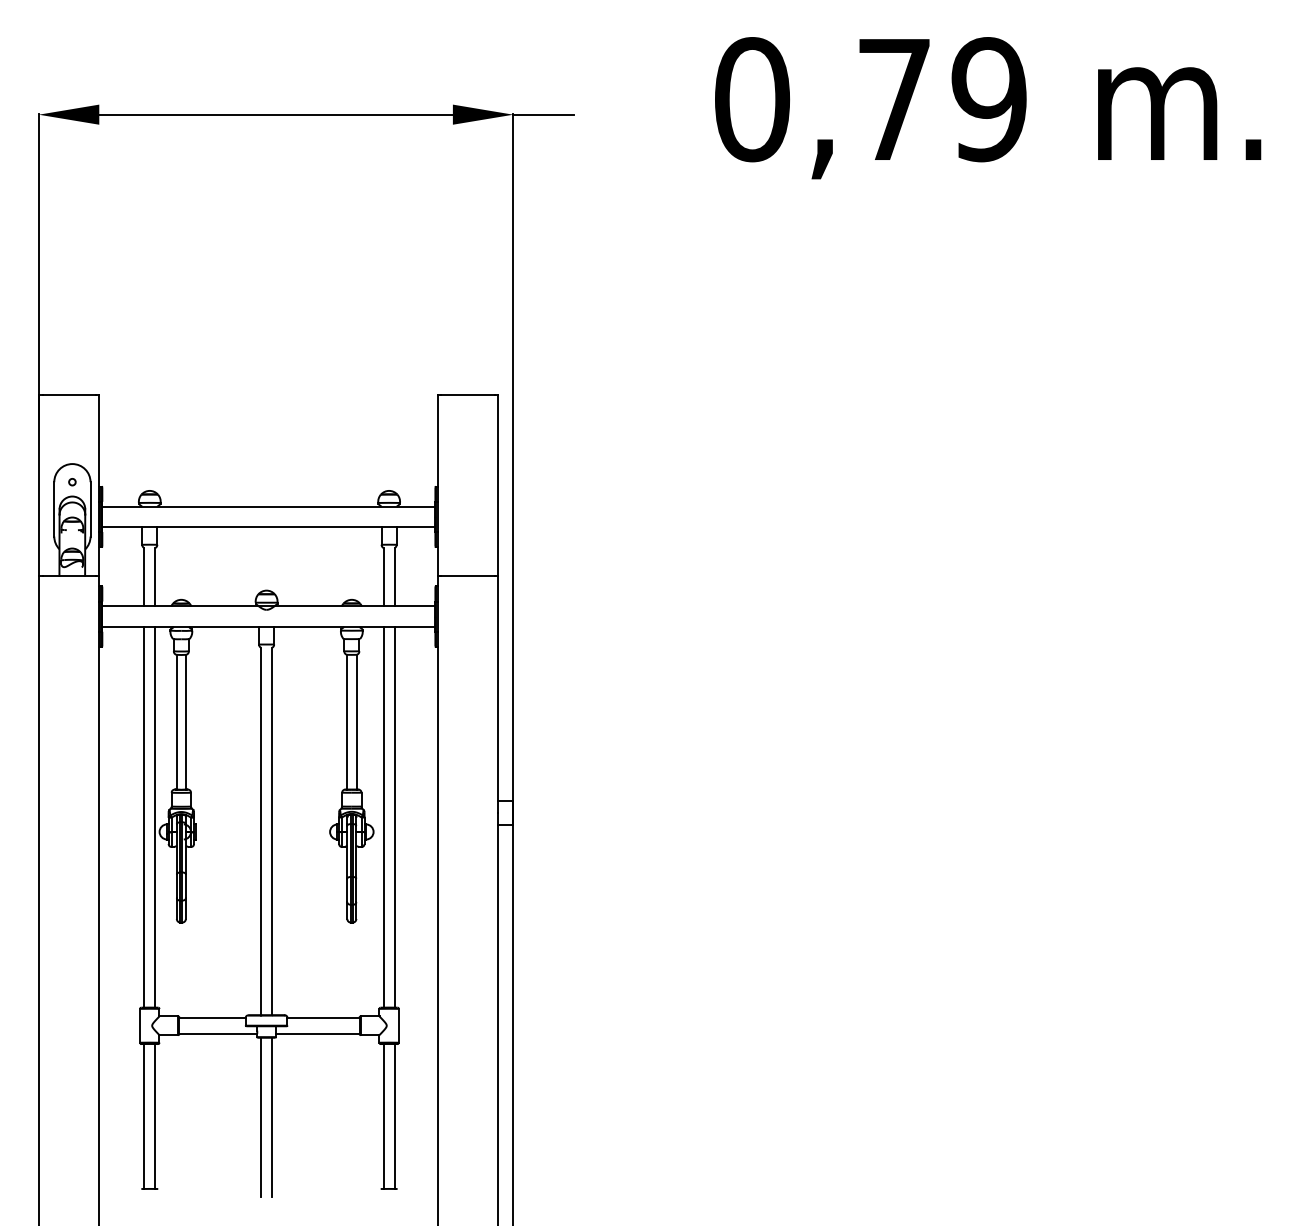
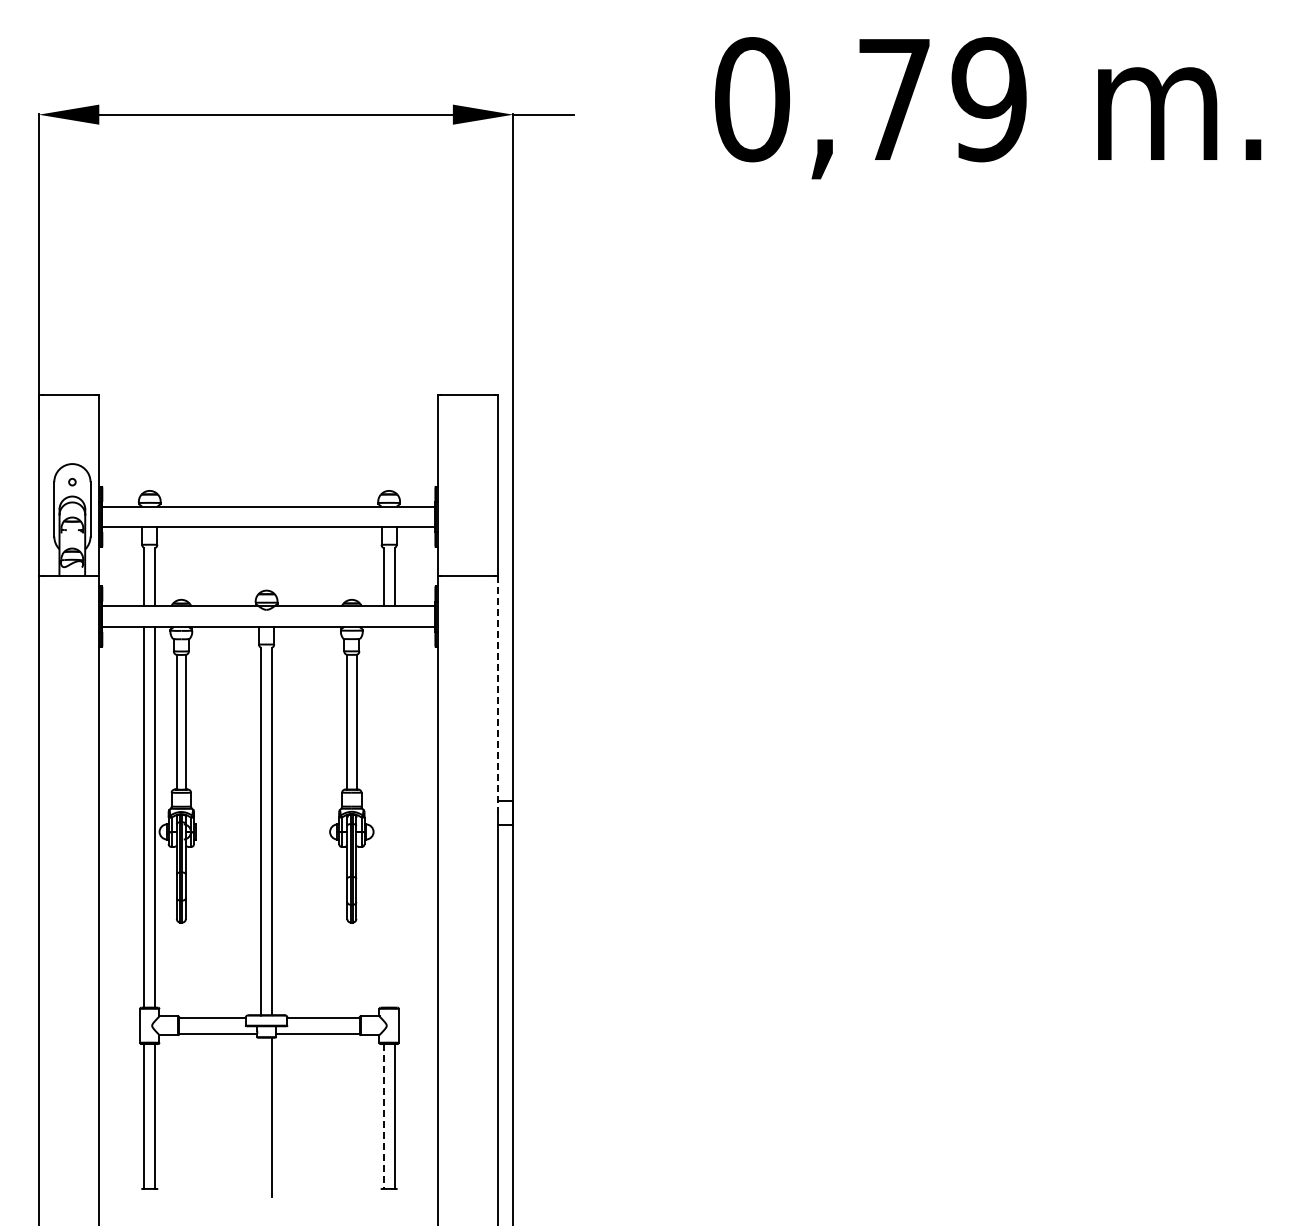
line at (498, 694): solid -> dashed
line at (383, 816): present -> none
line at (394, 816): present -> none
line at (261, 1116): present -> none
line at (383, 1116): solid -> dashed
